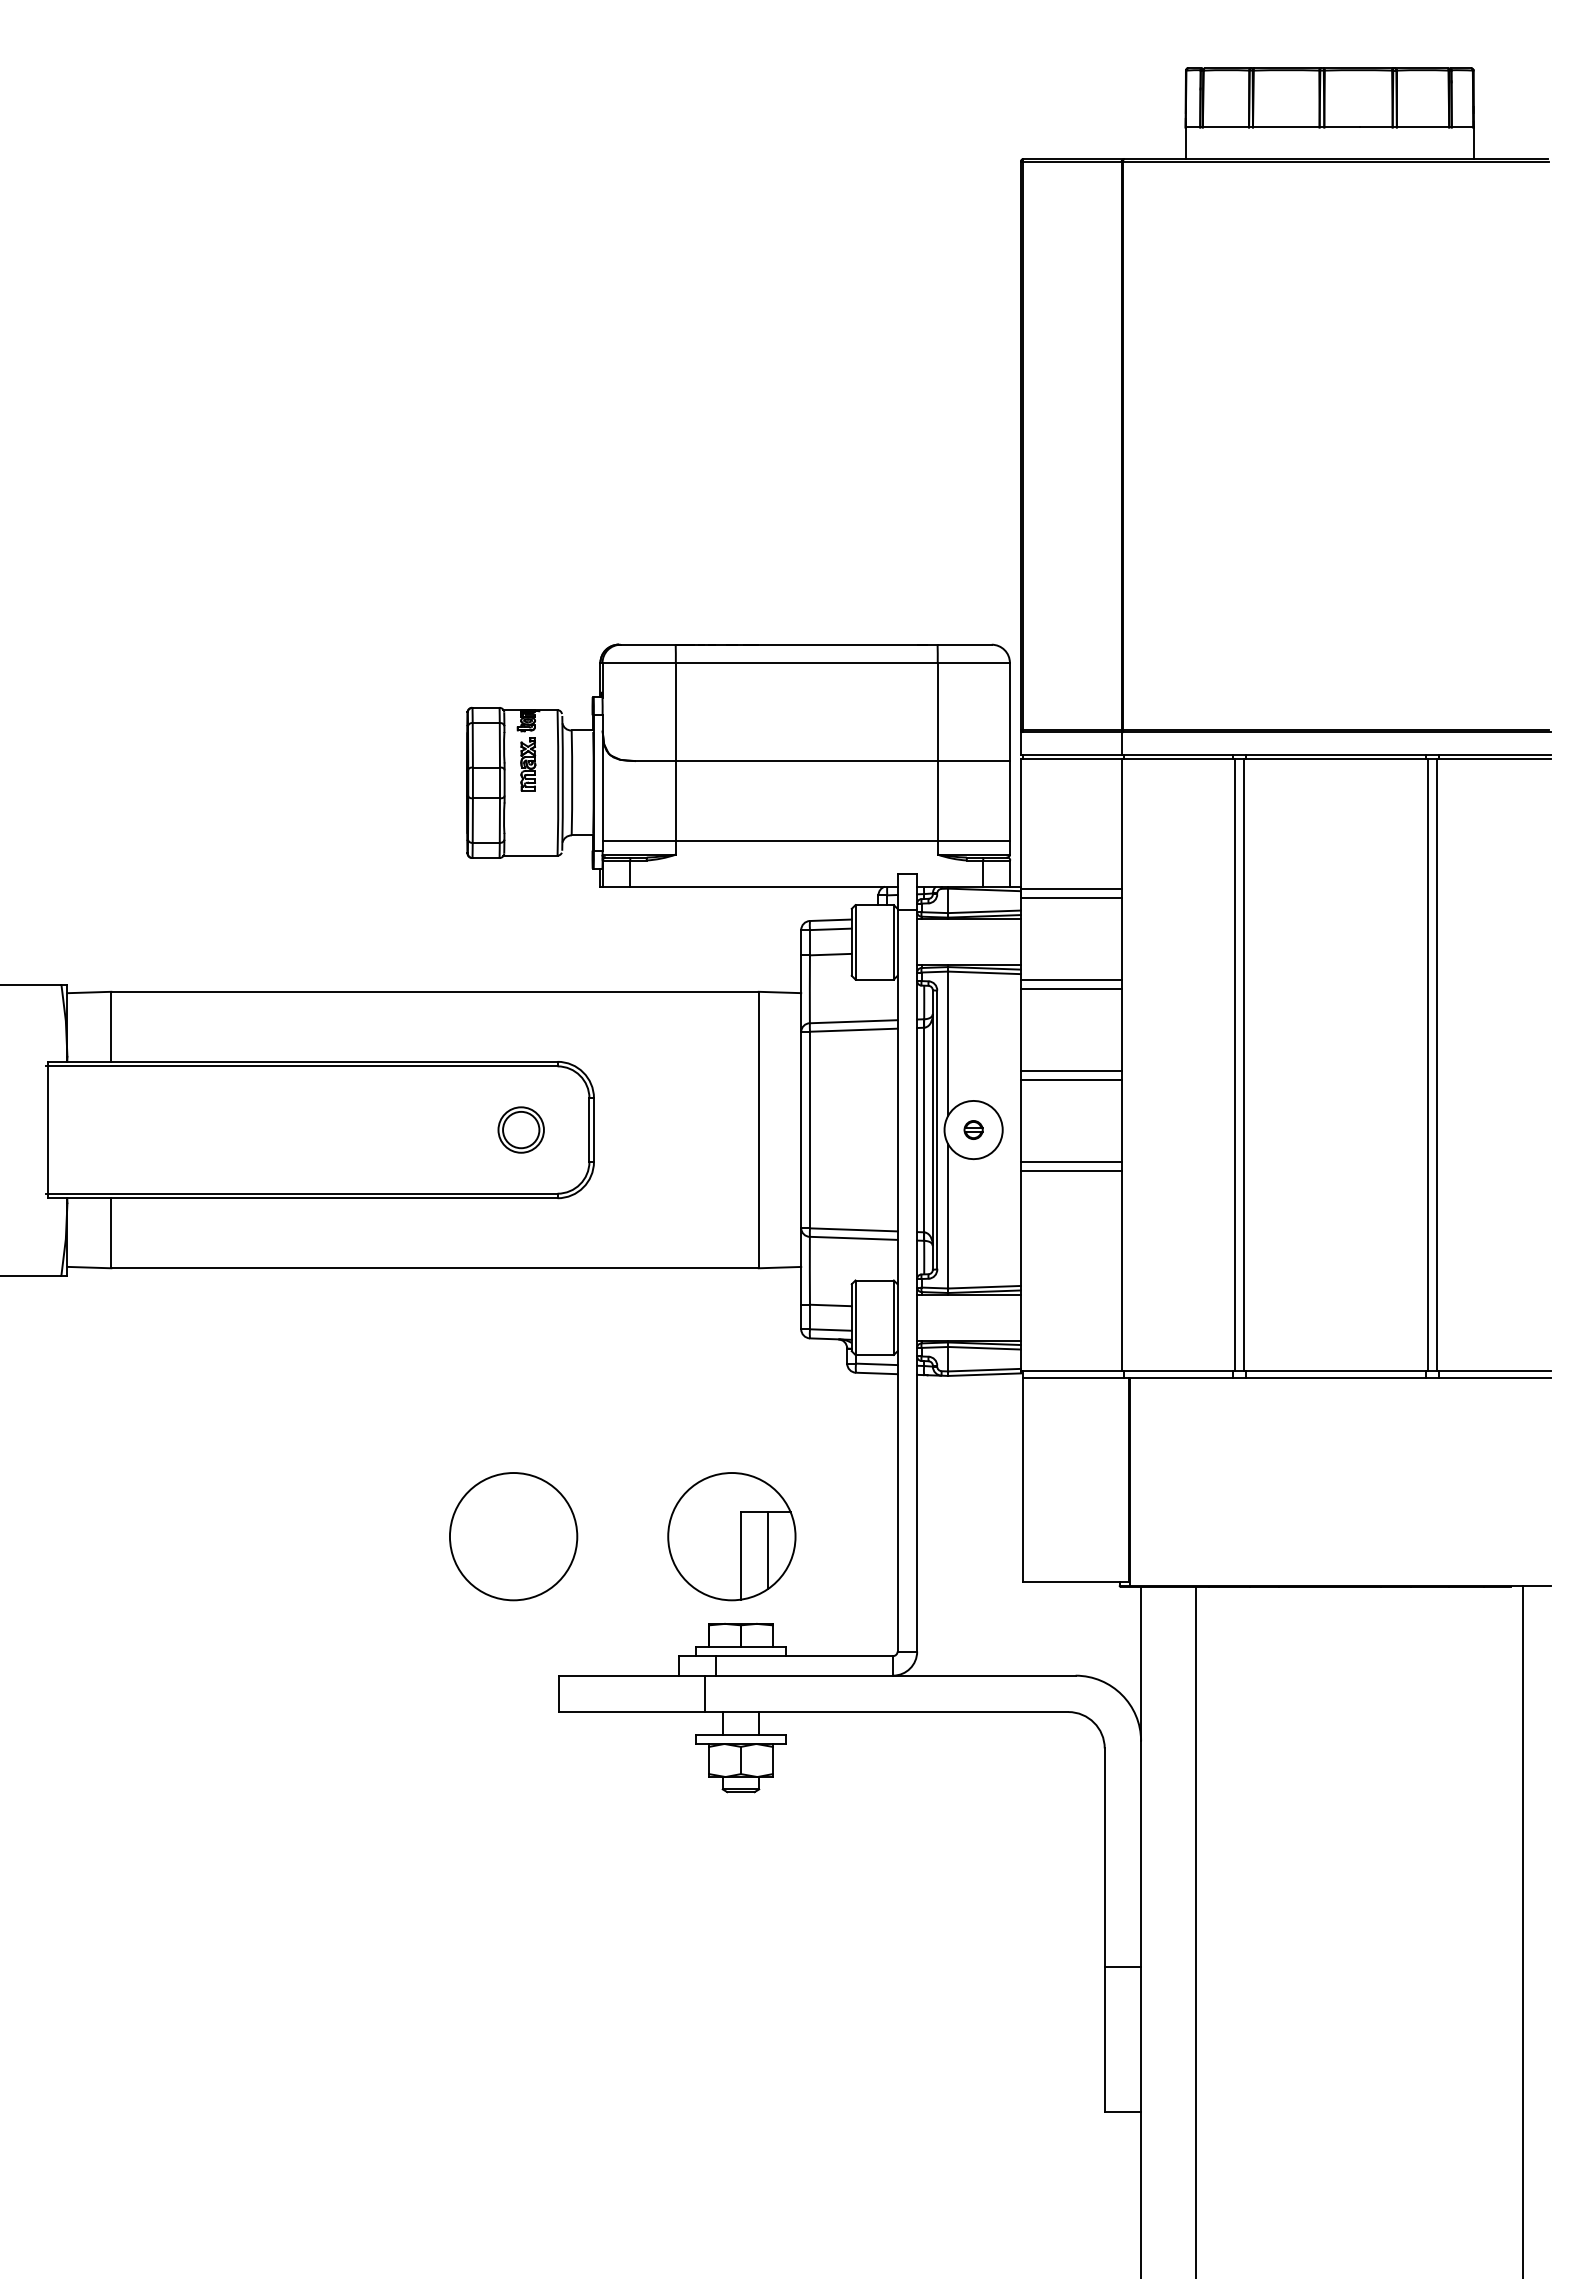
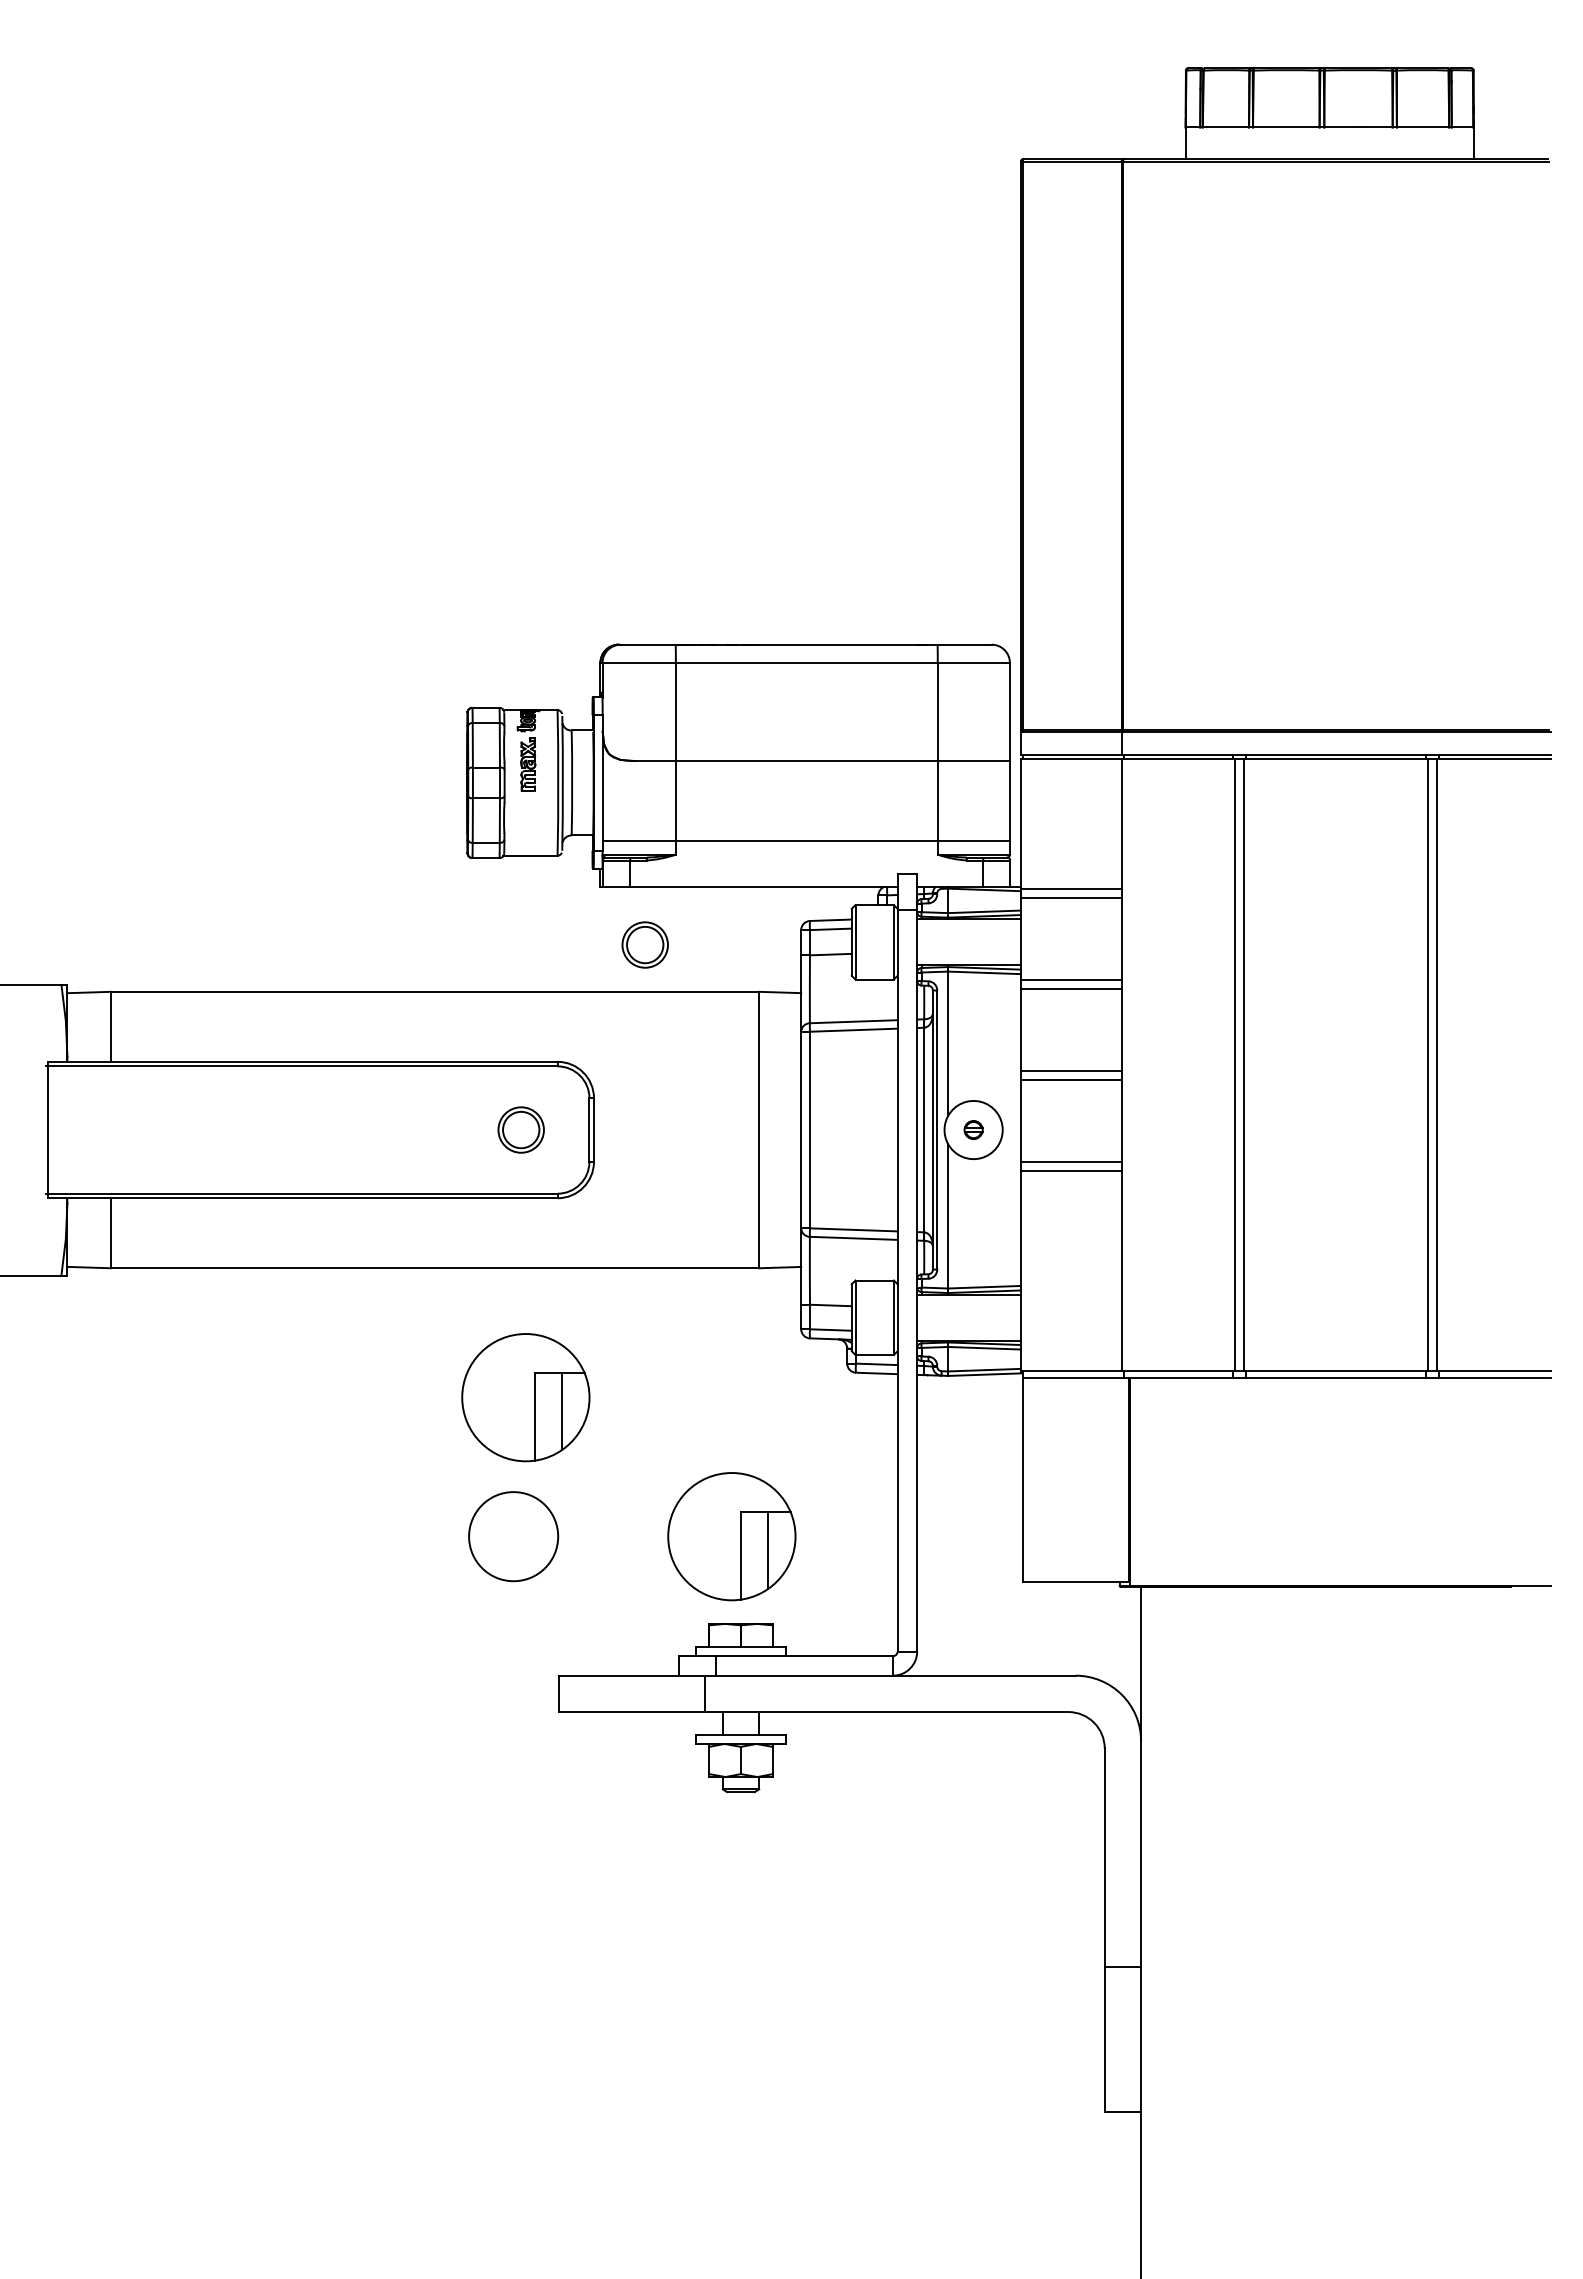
part at (644, 944): none -> present
part at (525, 1397): none -> present
circle at (513, 1536) diameter: 127 px -> 89 px
line at (1195, 1930): present -> none
line at (1523, 1930): present -> none
